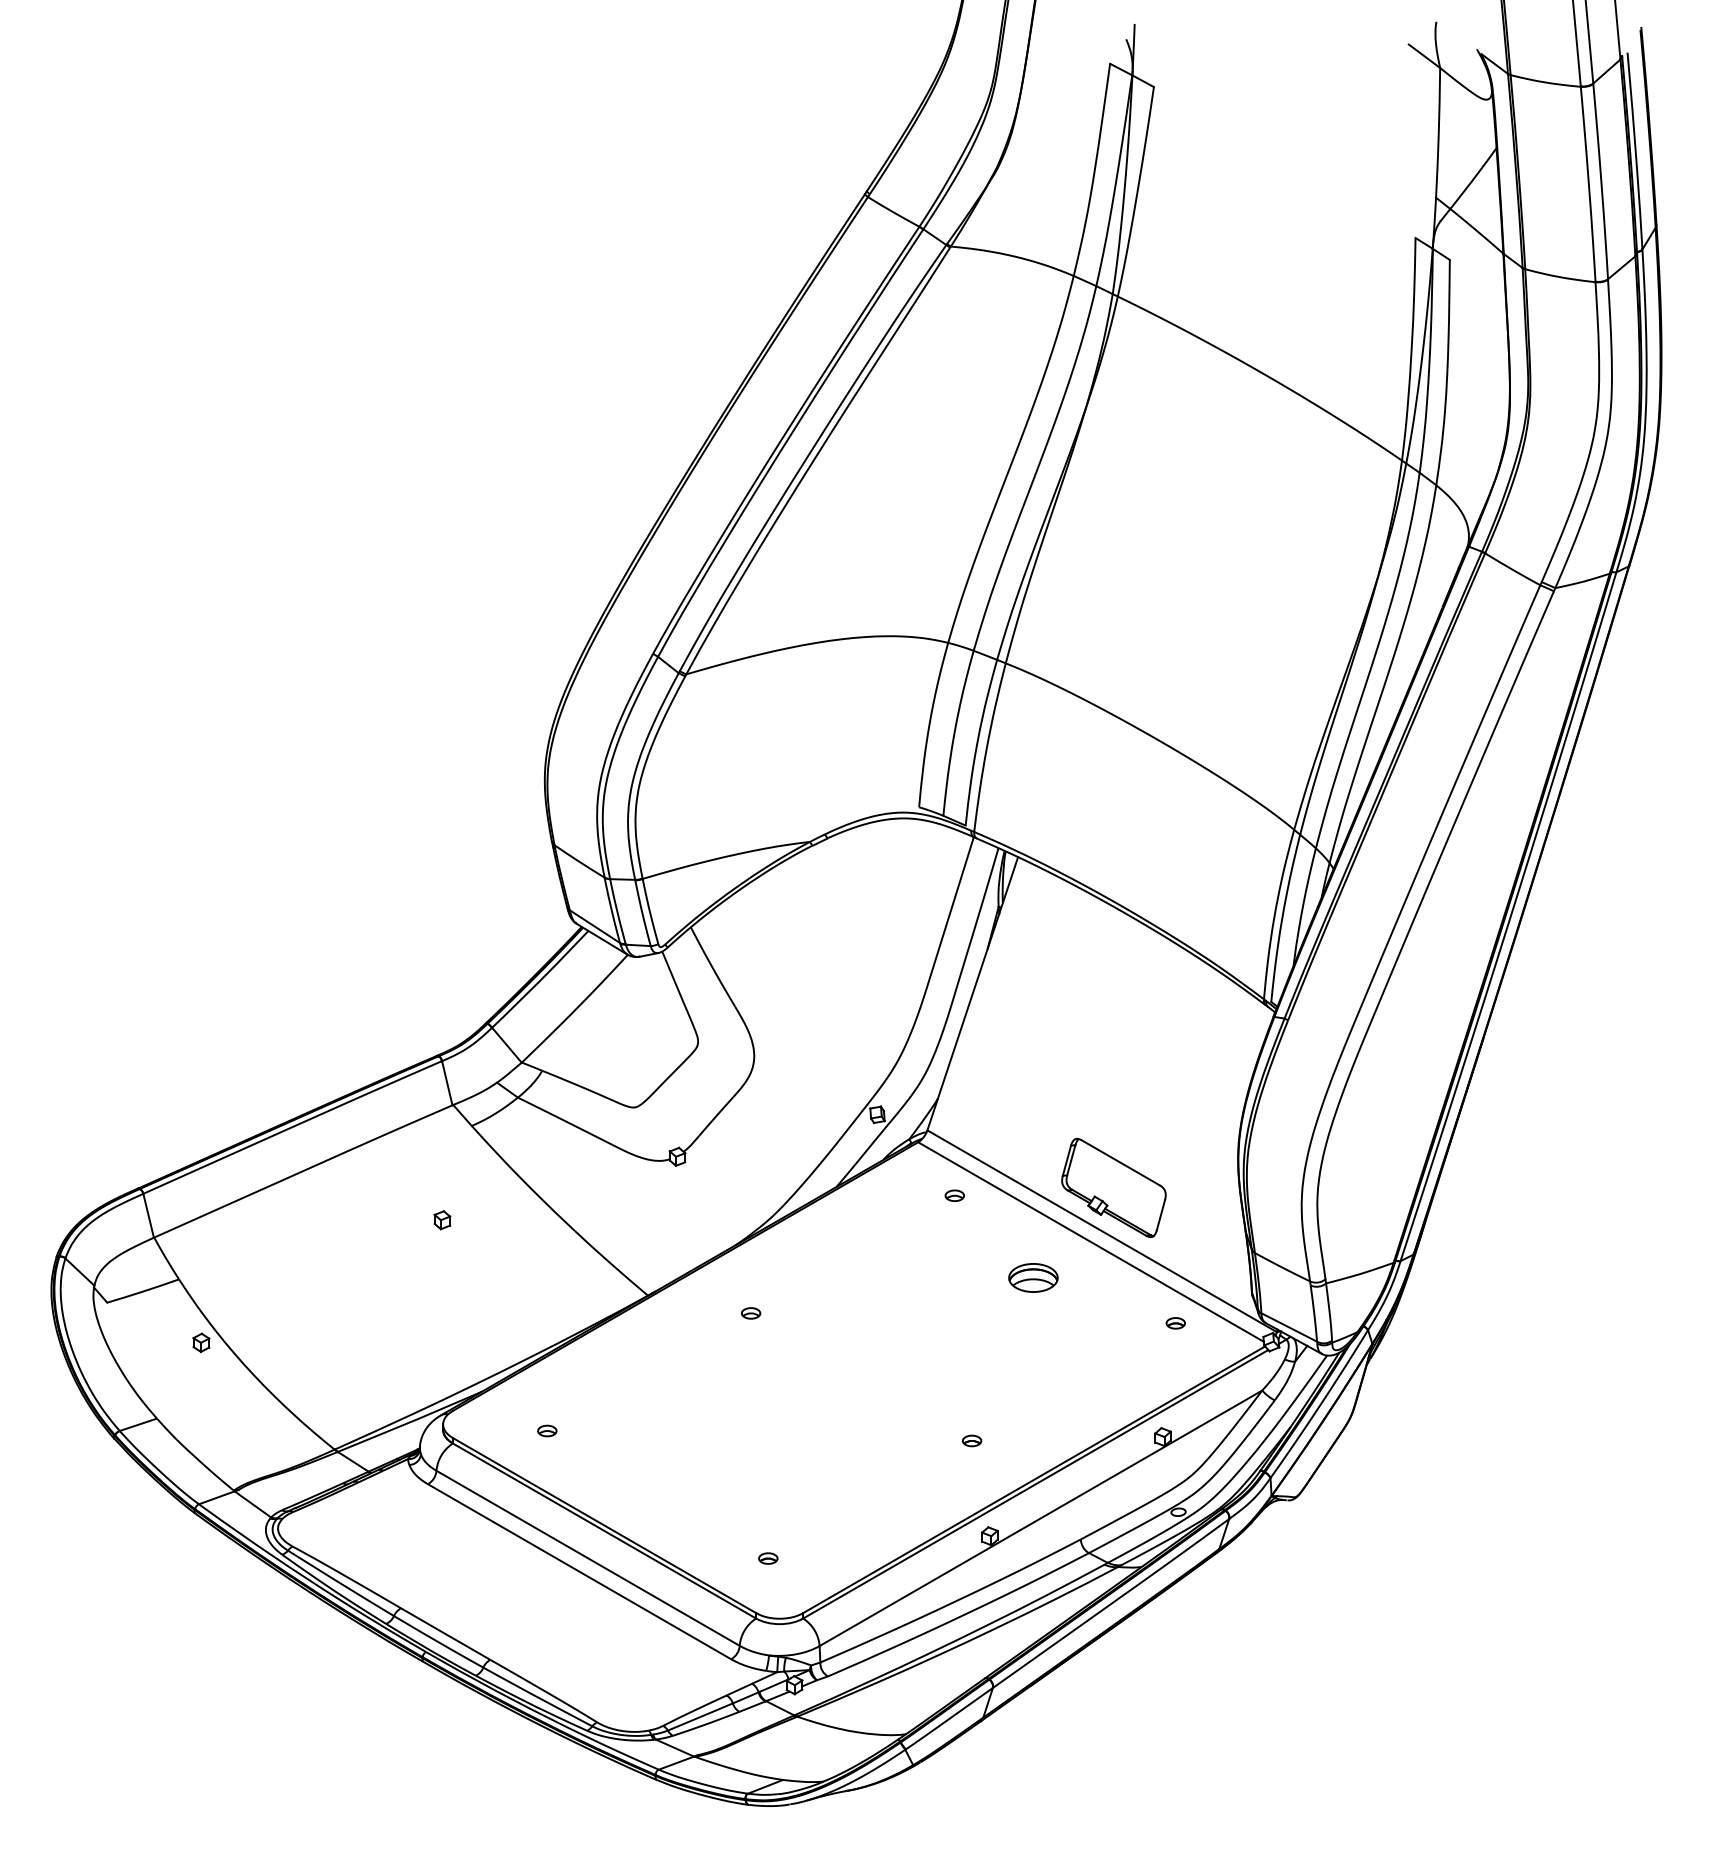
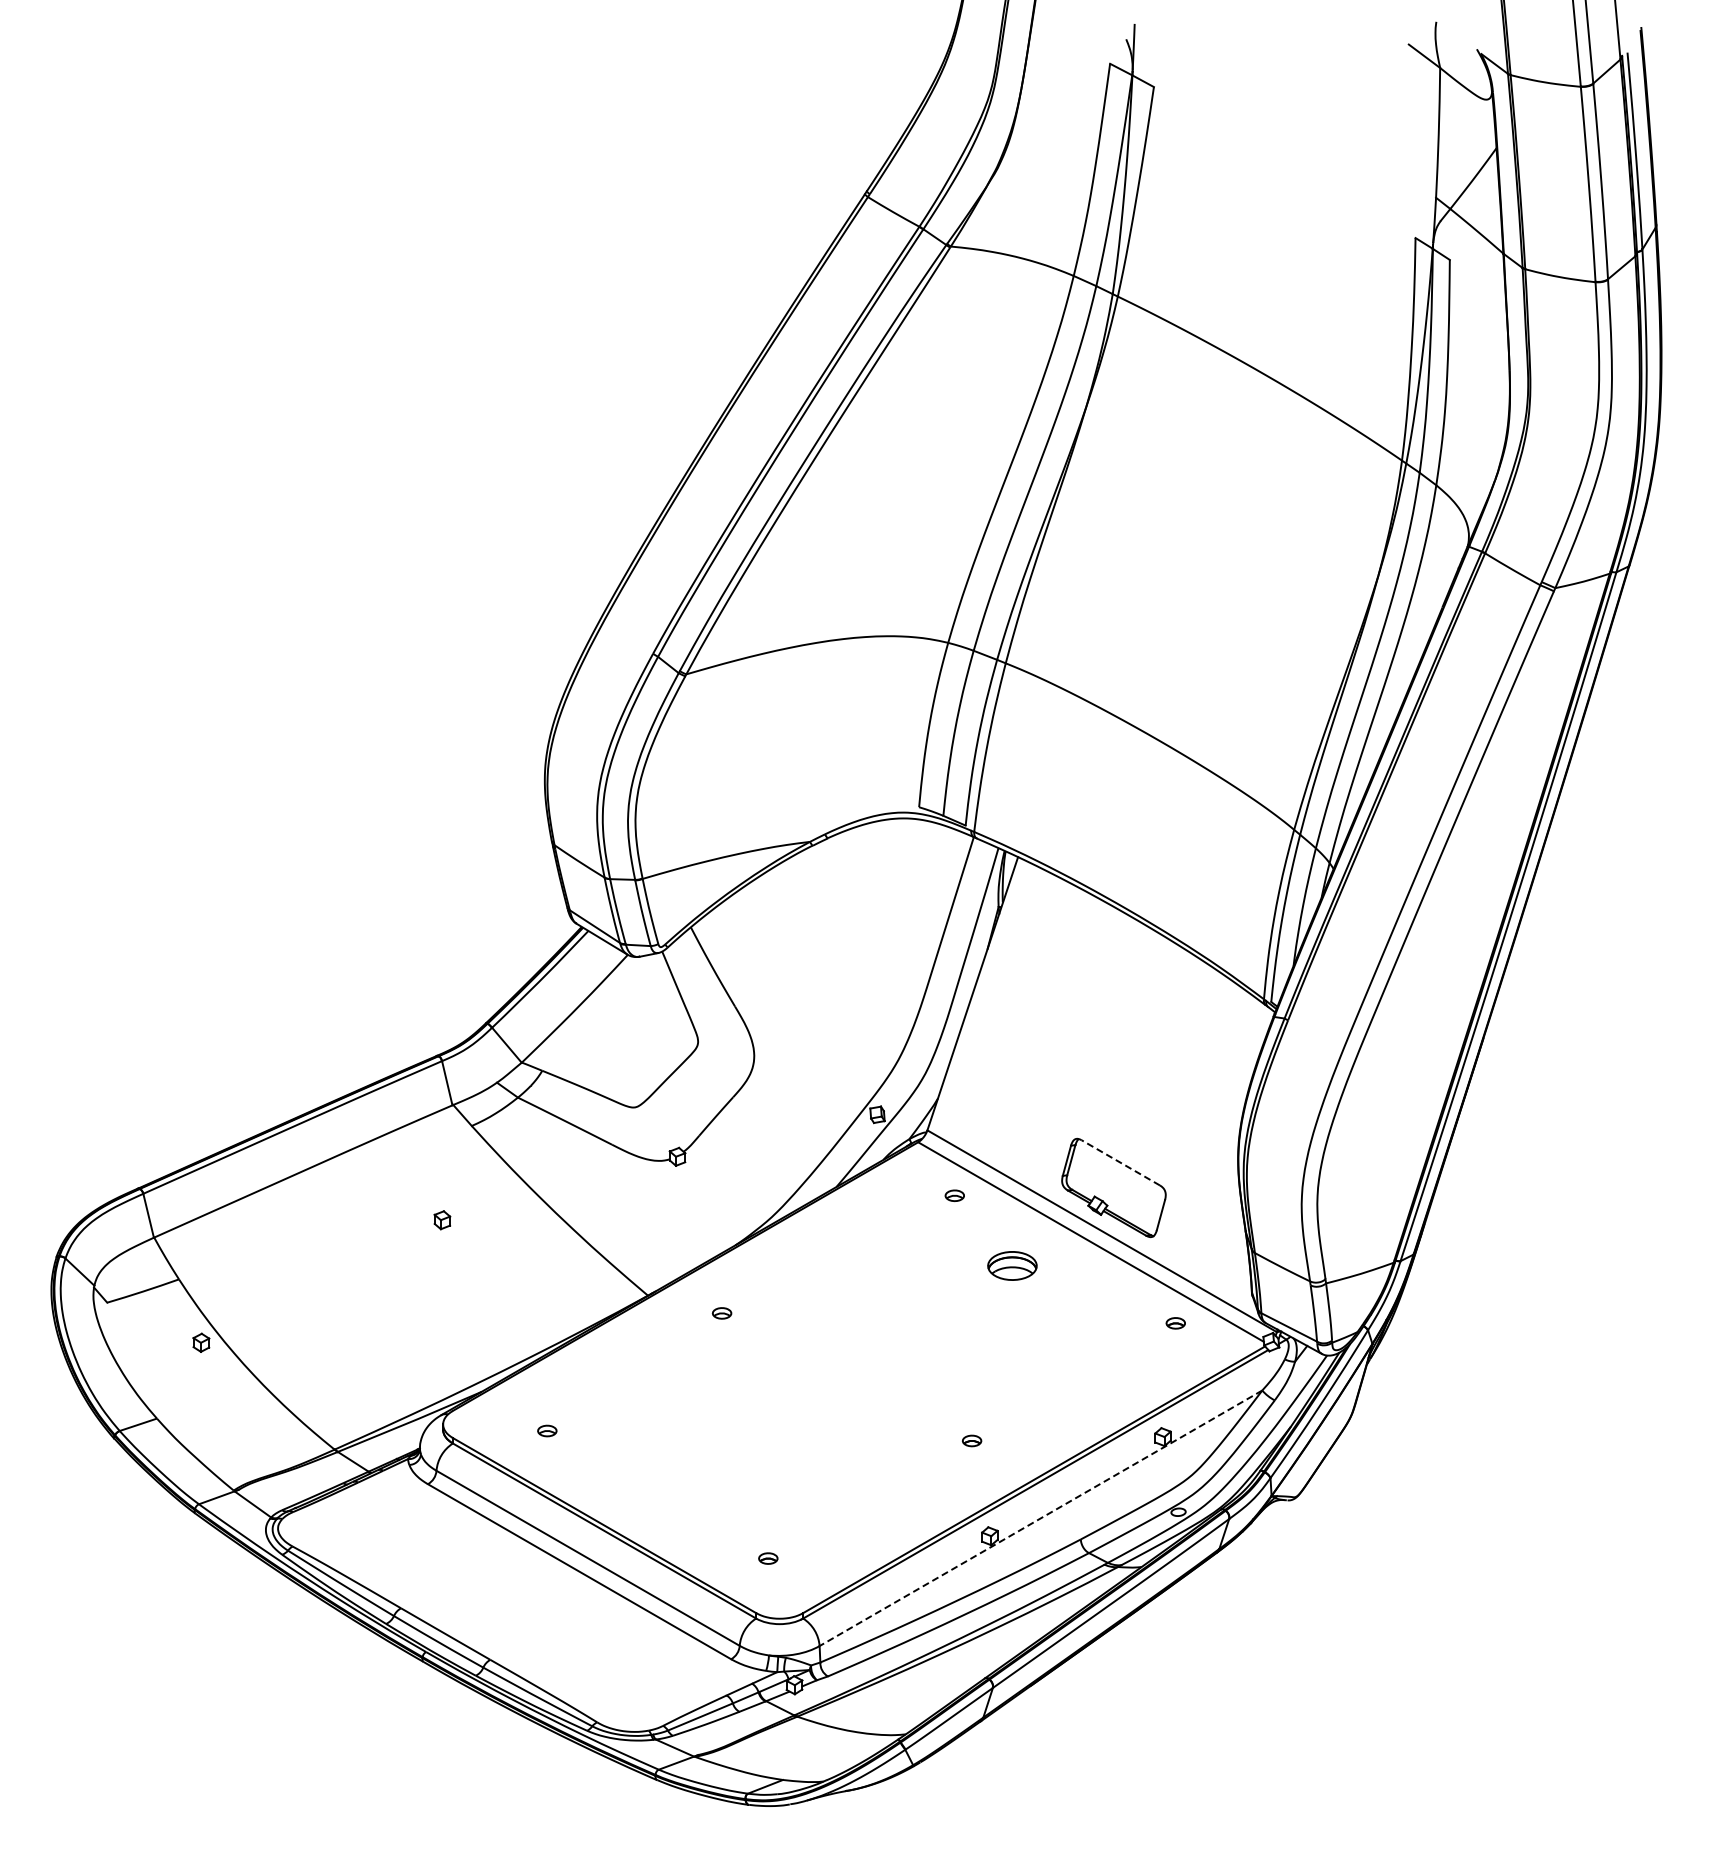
line at (1120, 1162): solid -> dashed
part at (1033, 1277) position: (1033, 1277) -> (1012, 1265)
part at (750, 1313) position: (750, 1313) -> (721, 1313)
line at (1040, 1518): solid -> dashed
